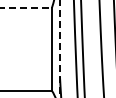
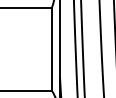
line at (26, 7): dashed -> solid
line at (59, 48): dashed -> solid
